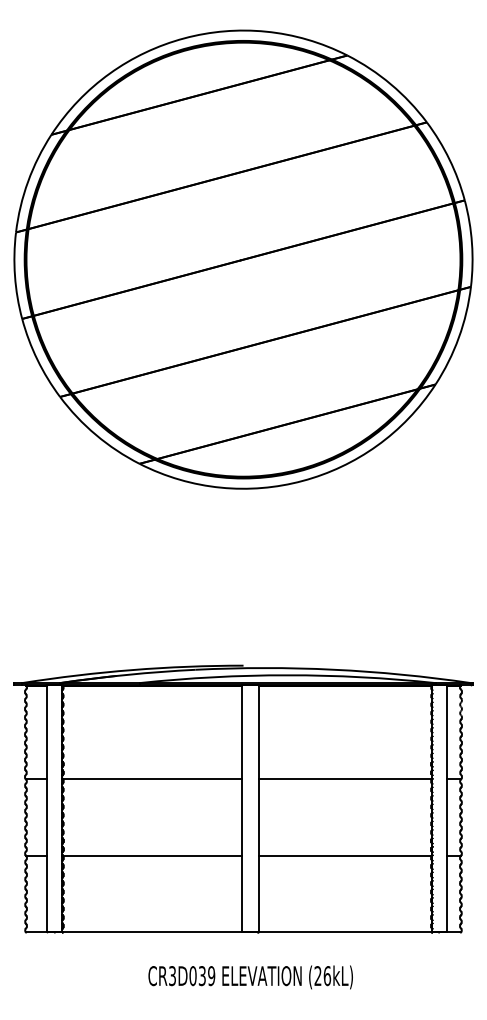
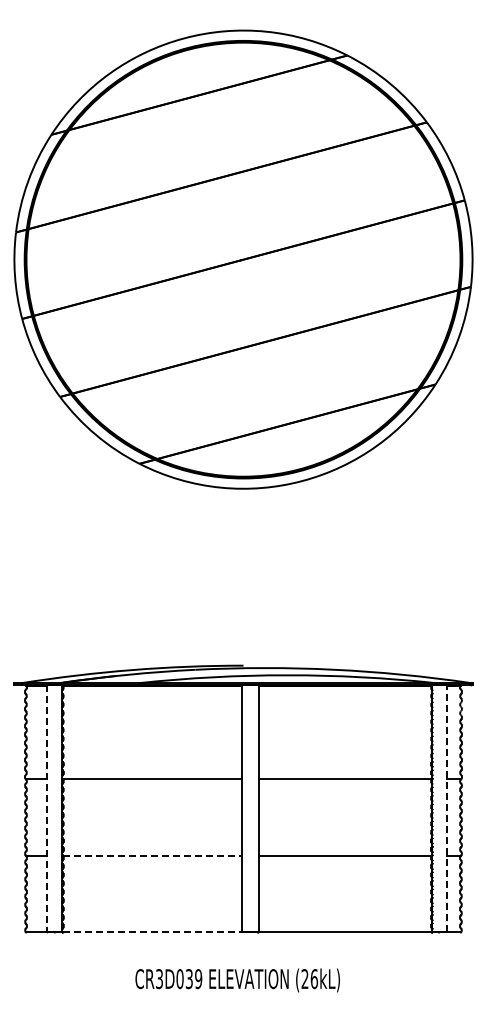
line at (446, 808): solid -> dashed
line at (47, 809): solid -> dashed
line at (152, 855): solid -> dashed
line at (153, 932): solid -> dashed
text at (250, 977) position: (250, 977) -> (237, 980)
